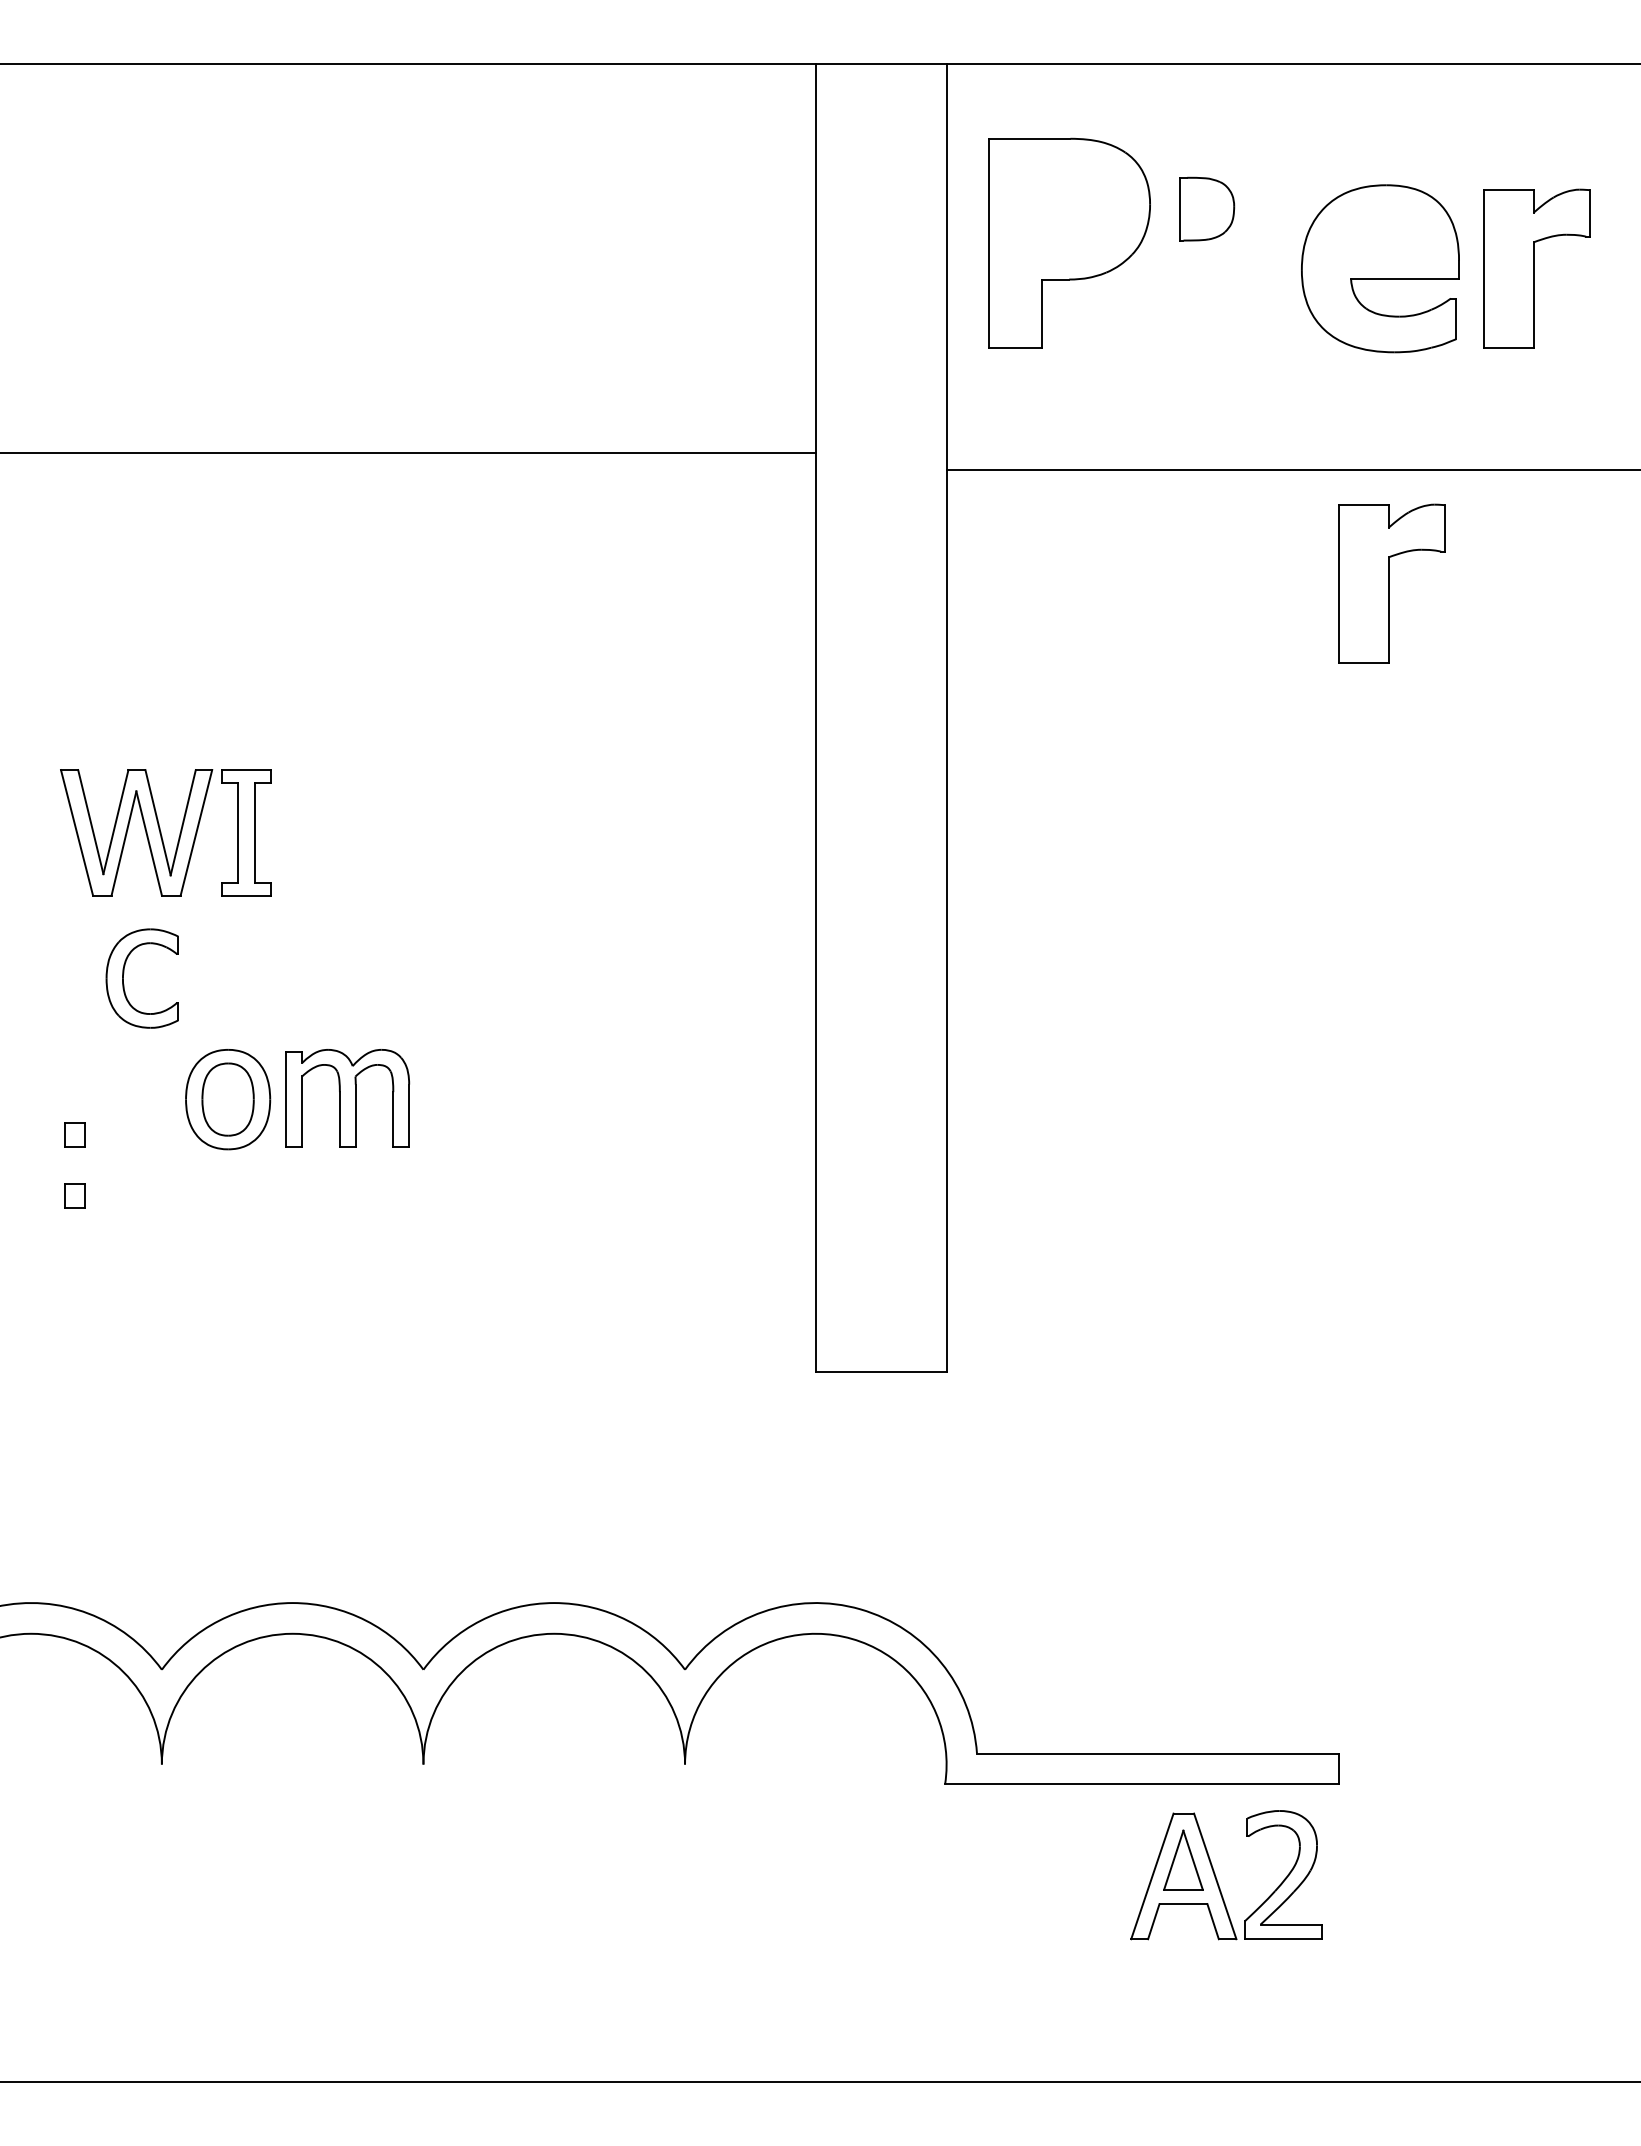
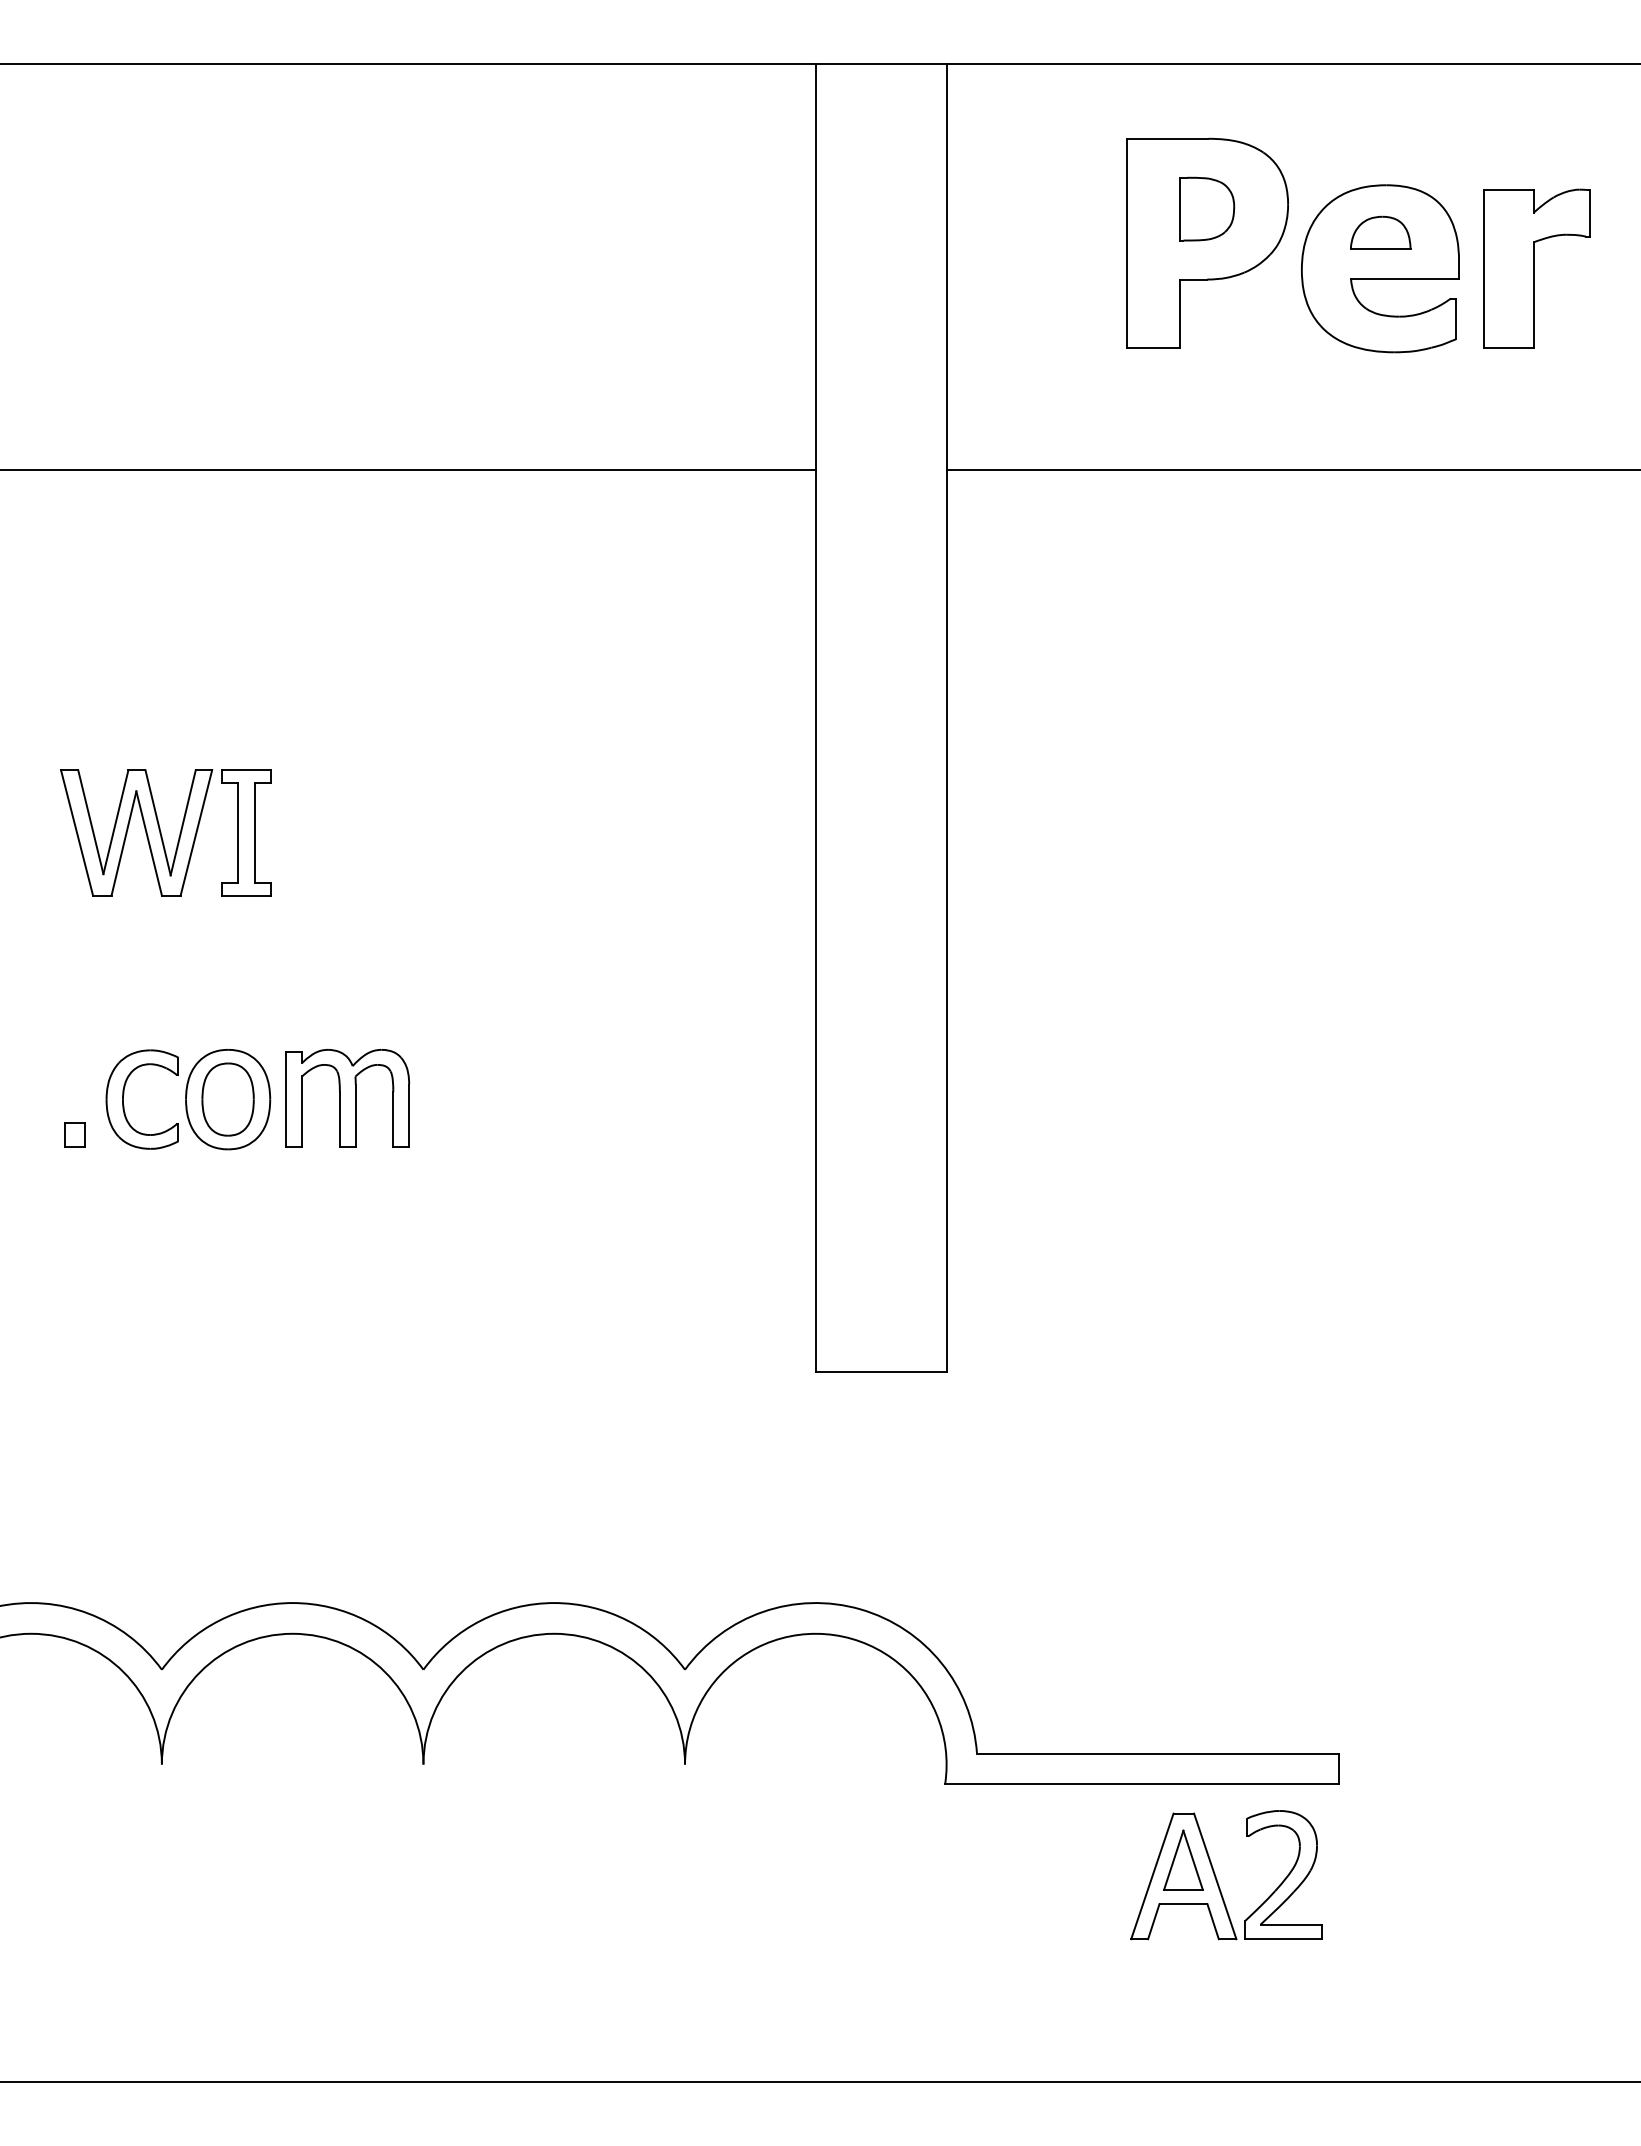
part at (1380, 232): none -> present
part at (1069, 242) position: (1069, 242) -> (1207, 242)
line at (408, 453) position: (408, 453) -> (408, 470)
part at (1391, 583): present -> none
part at (124, 973) position: (124, 973) -> (124, 1094)
part at (74, 1195): present -> none
